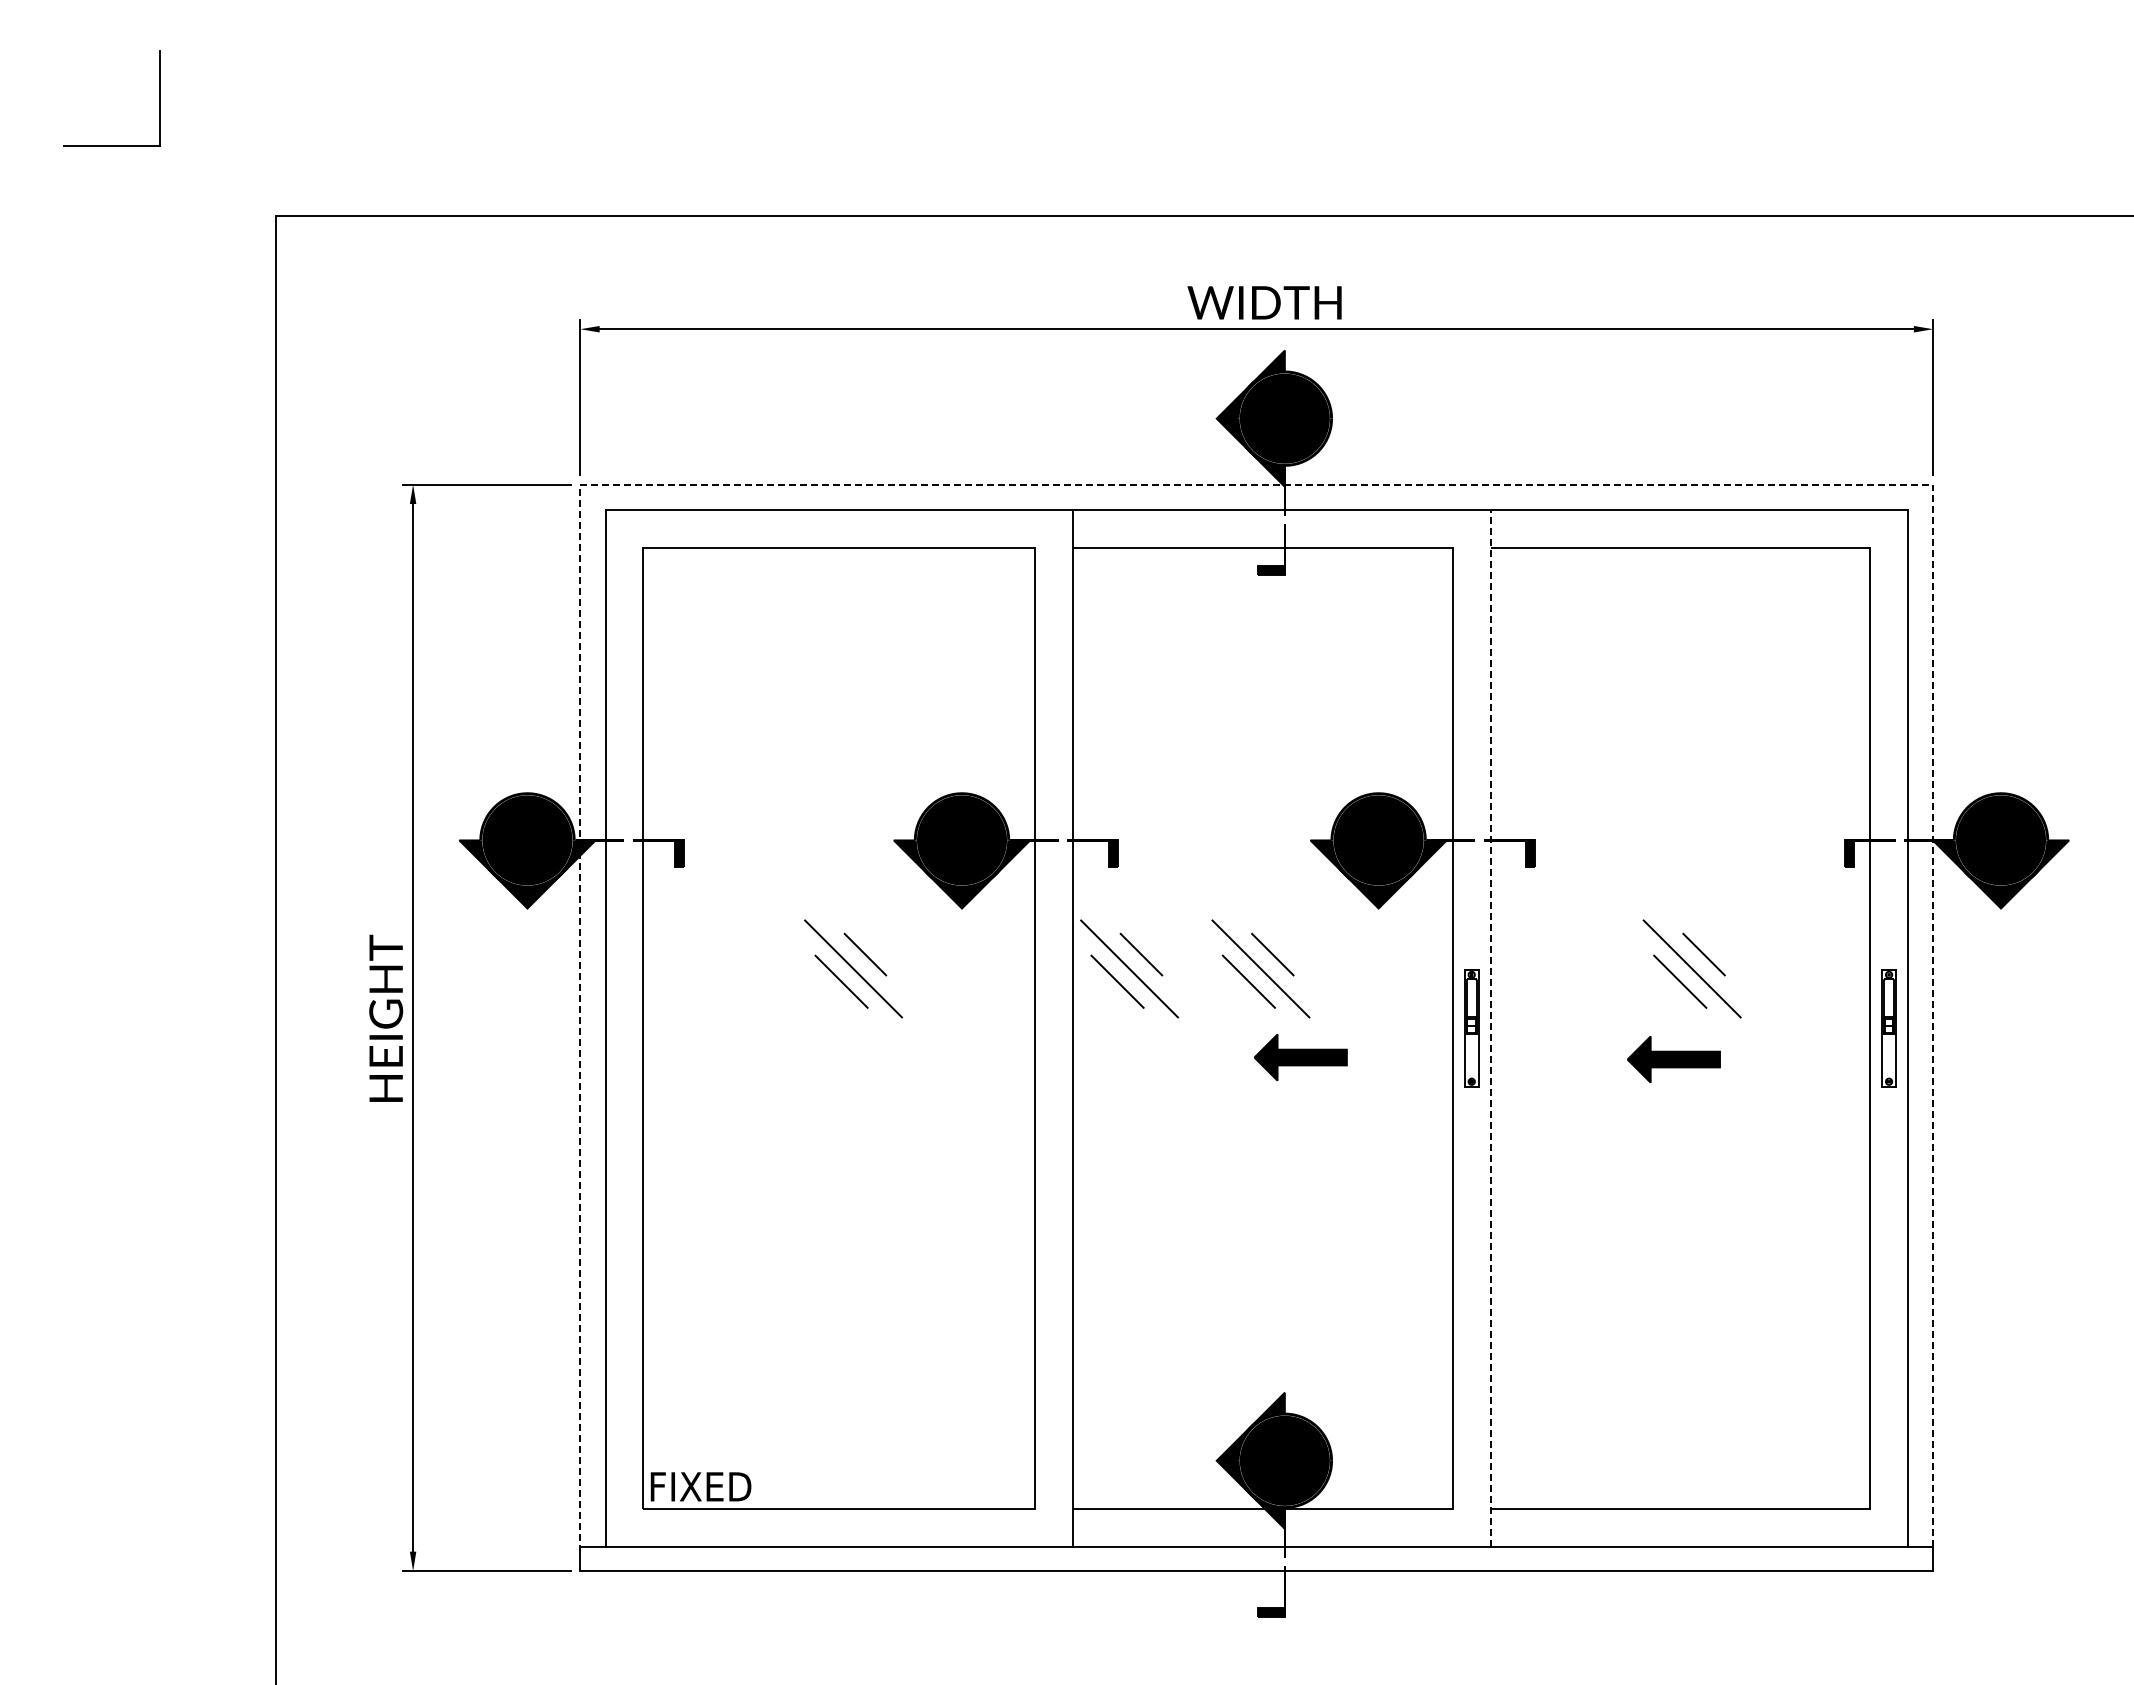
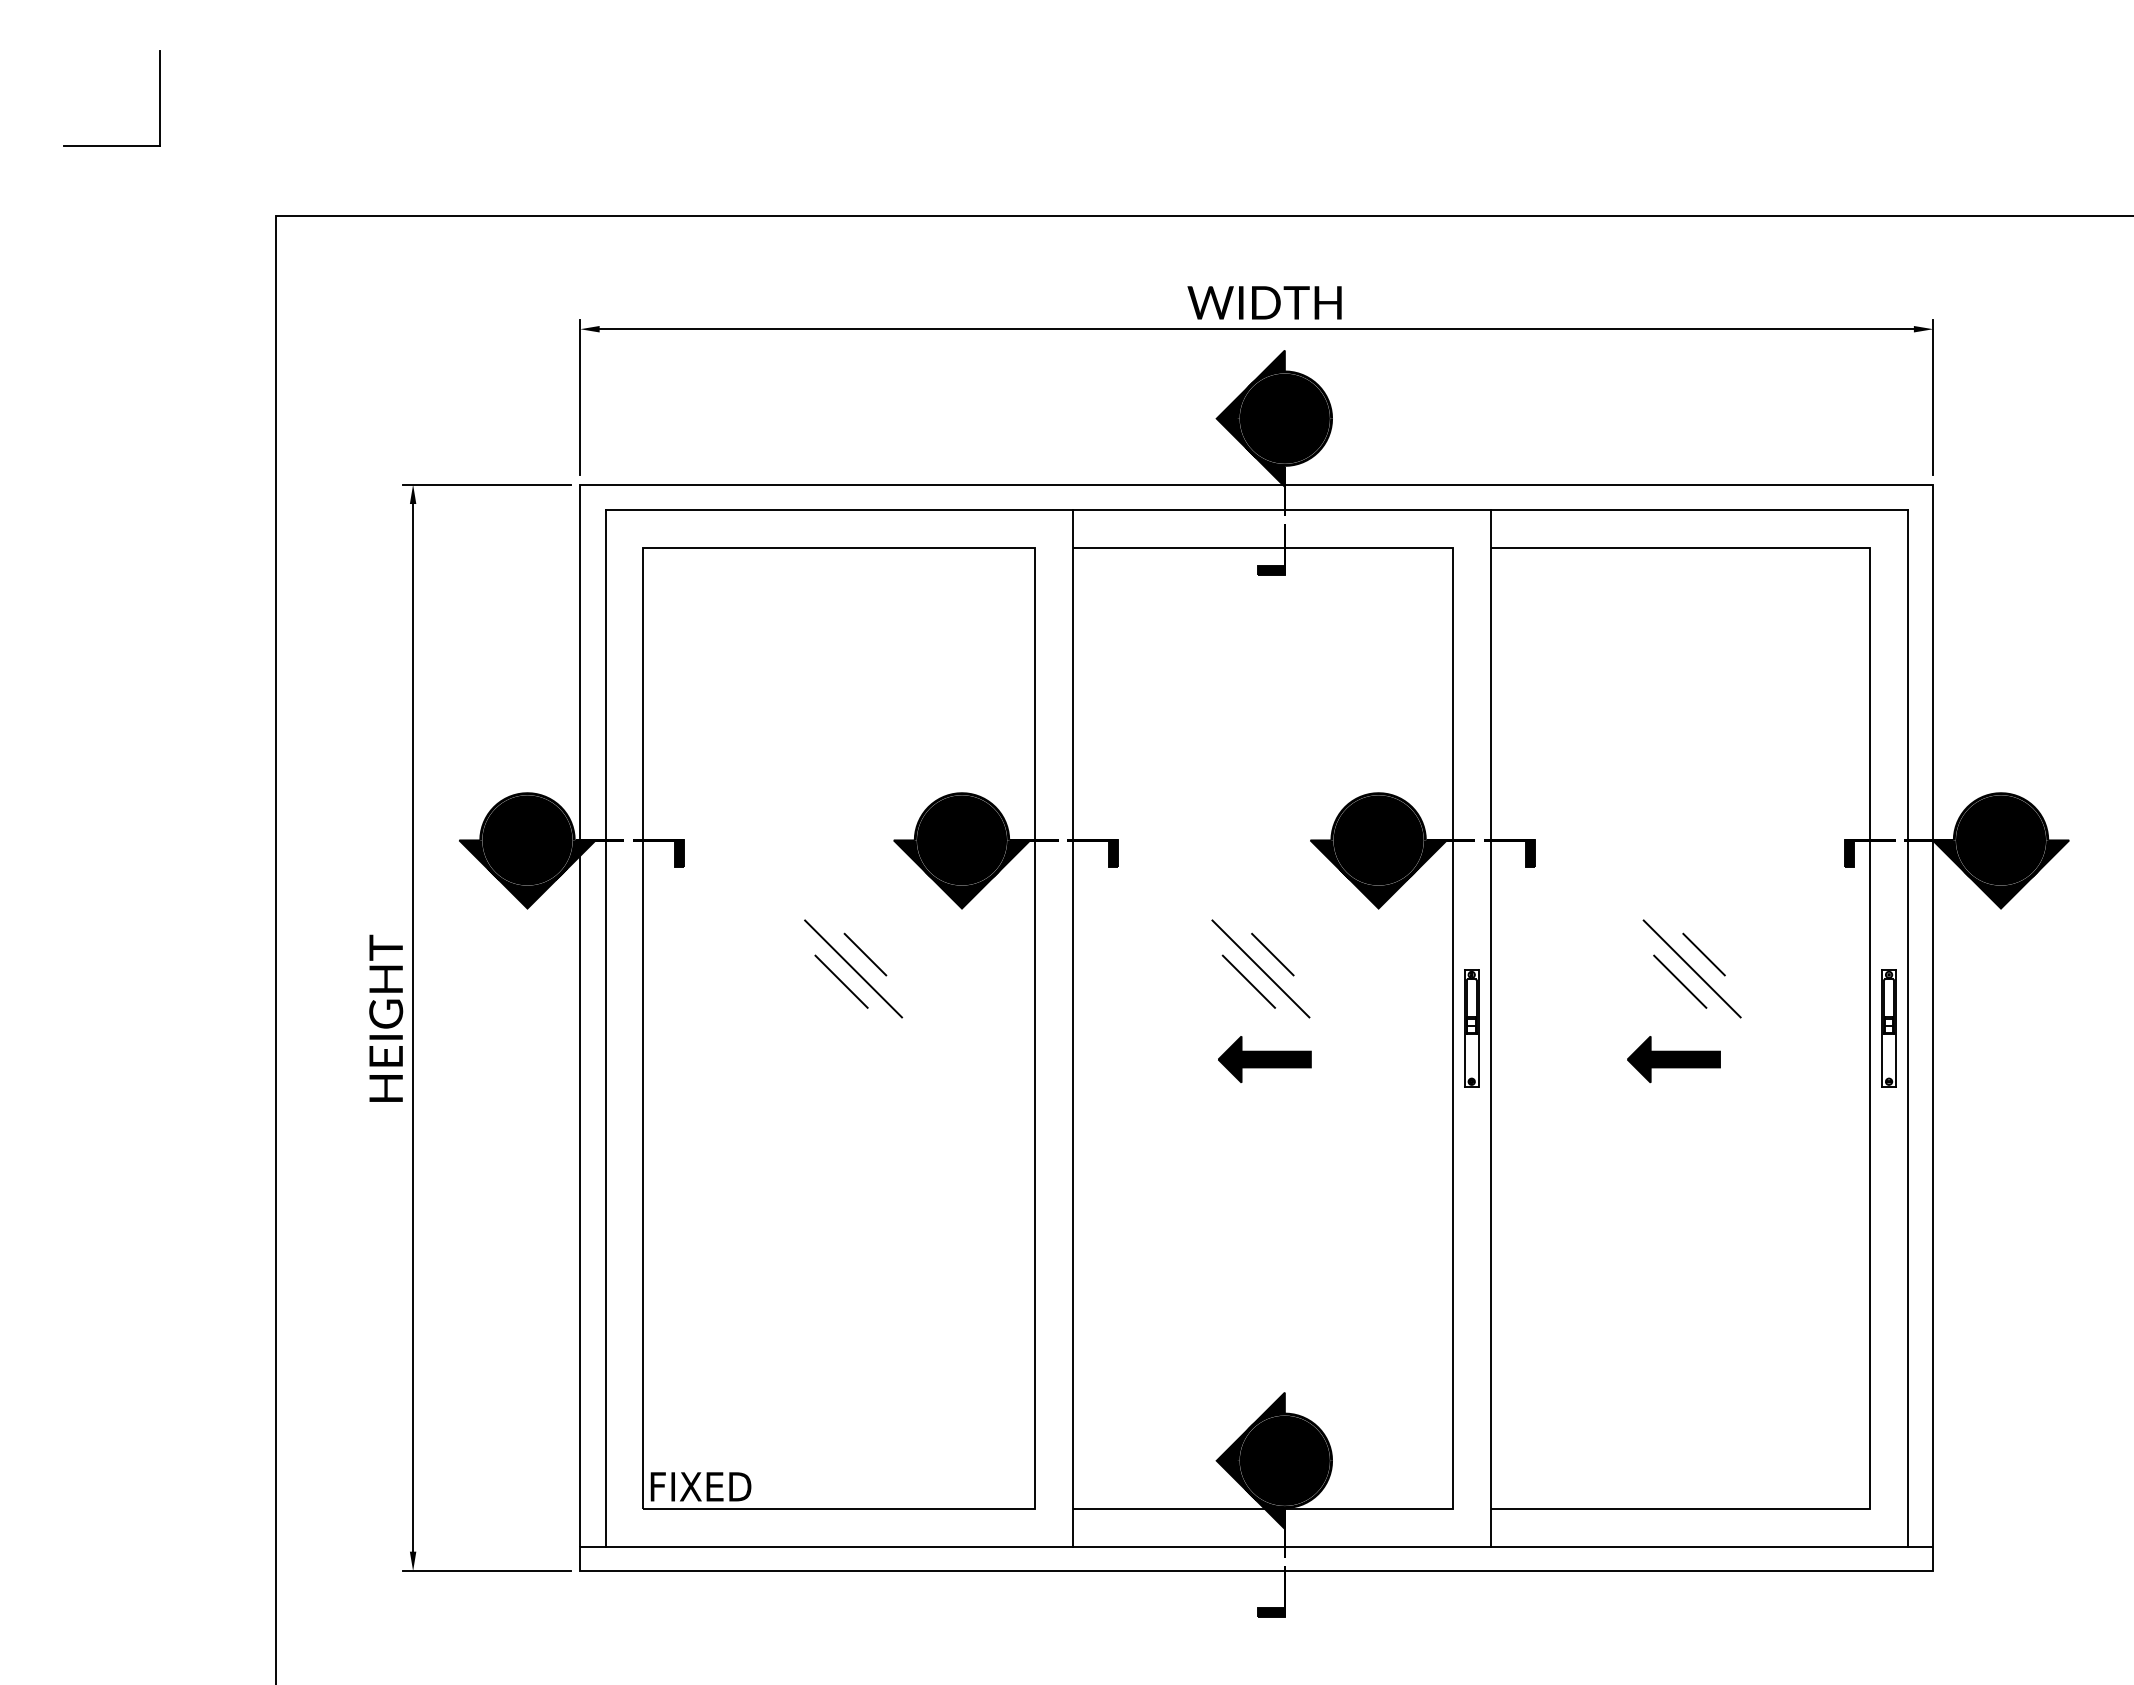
line at (1256, 484): dashed -> solid
part at (1129, 968): present -> none
line at (1490, 1027): dashed -> solid
part at (1300, 1057) position: (1300, 1057) -> (1264, 1059)
